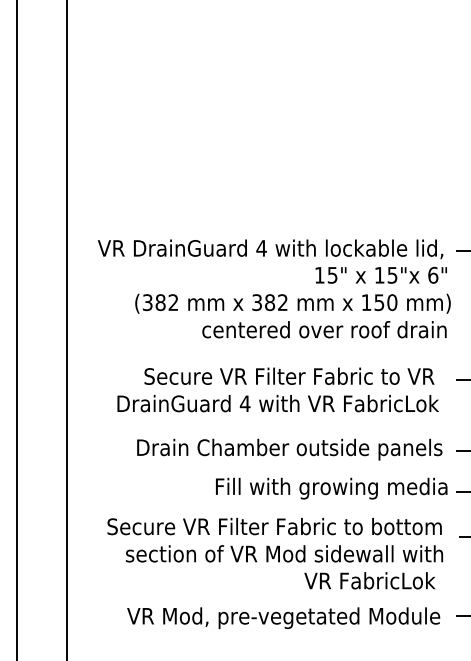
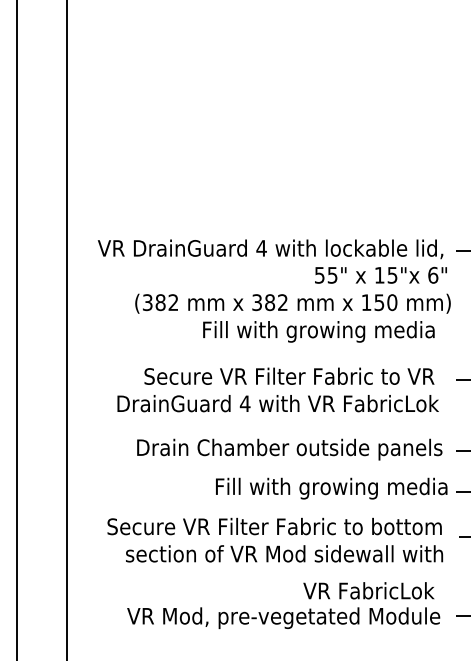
text at (319, 275): 15" -> 55"
text at (324, 331): centered over roof drain -> Fill with growing media
text at (369, 580) position: (369, 580) -> (368, 590)
